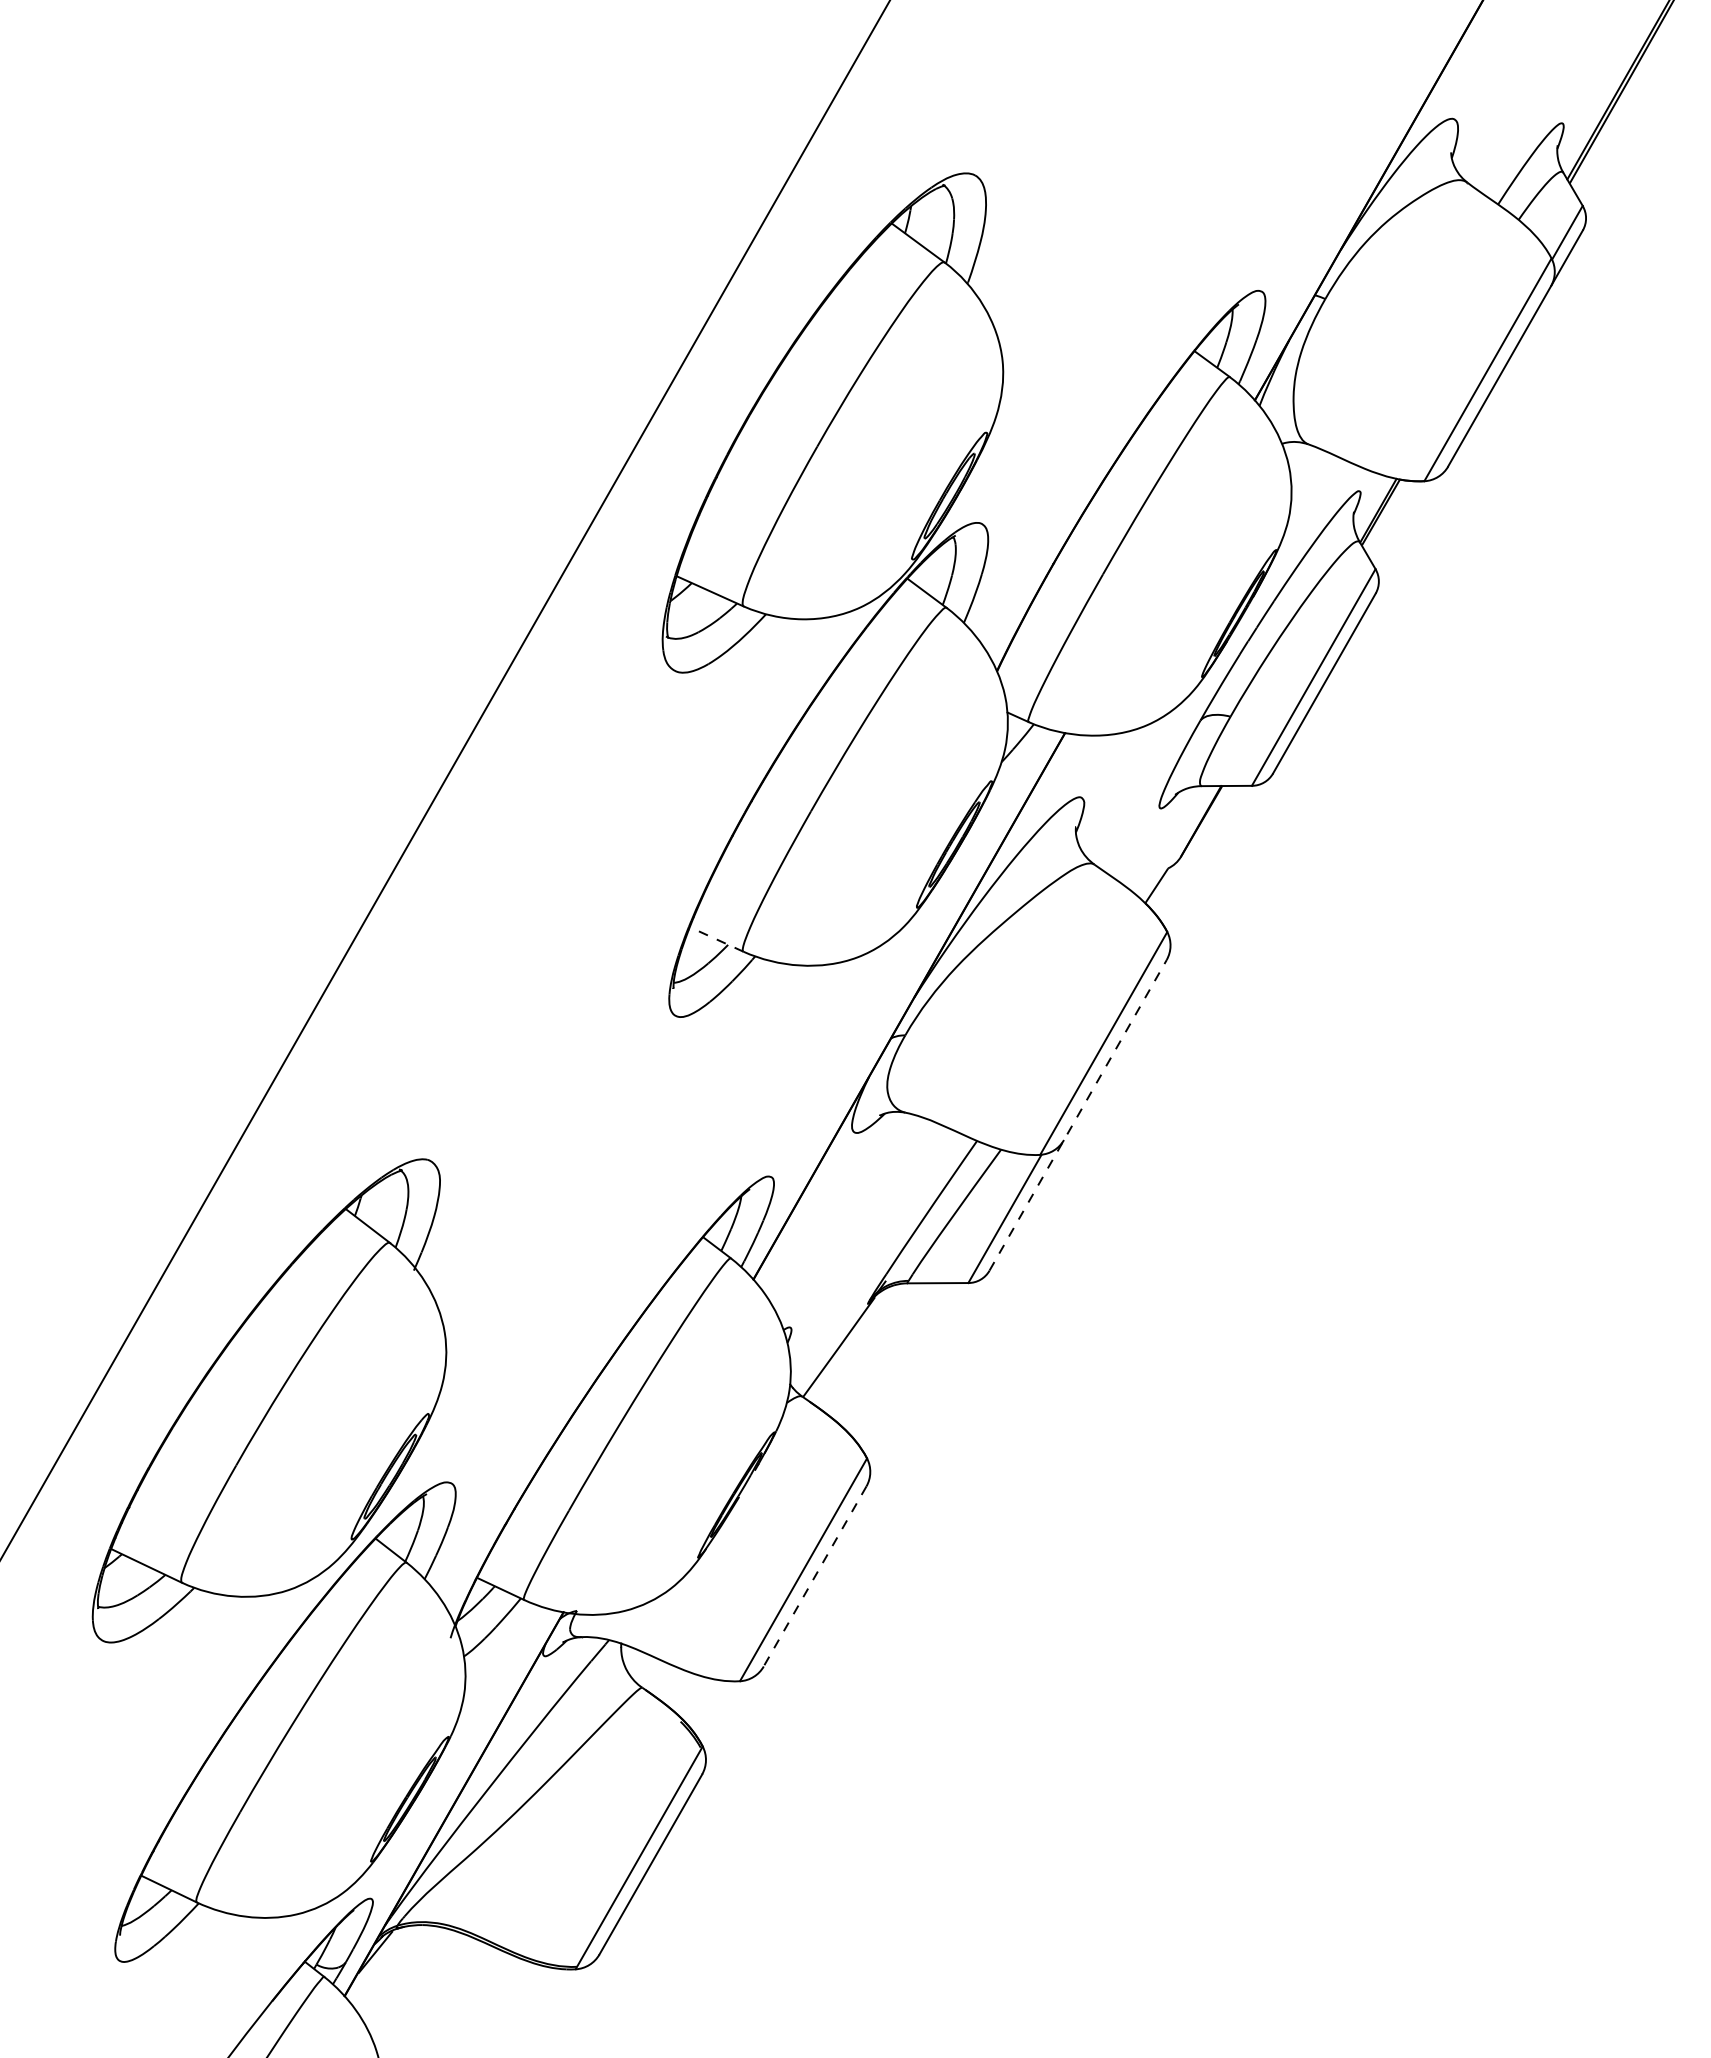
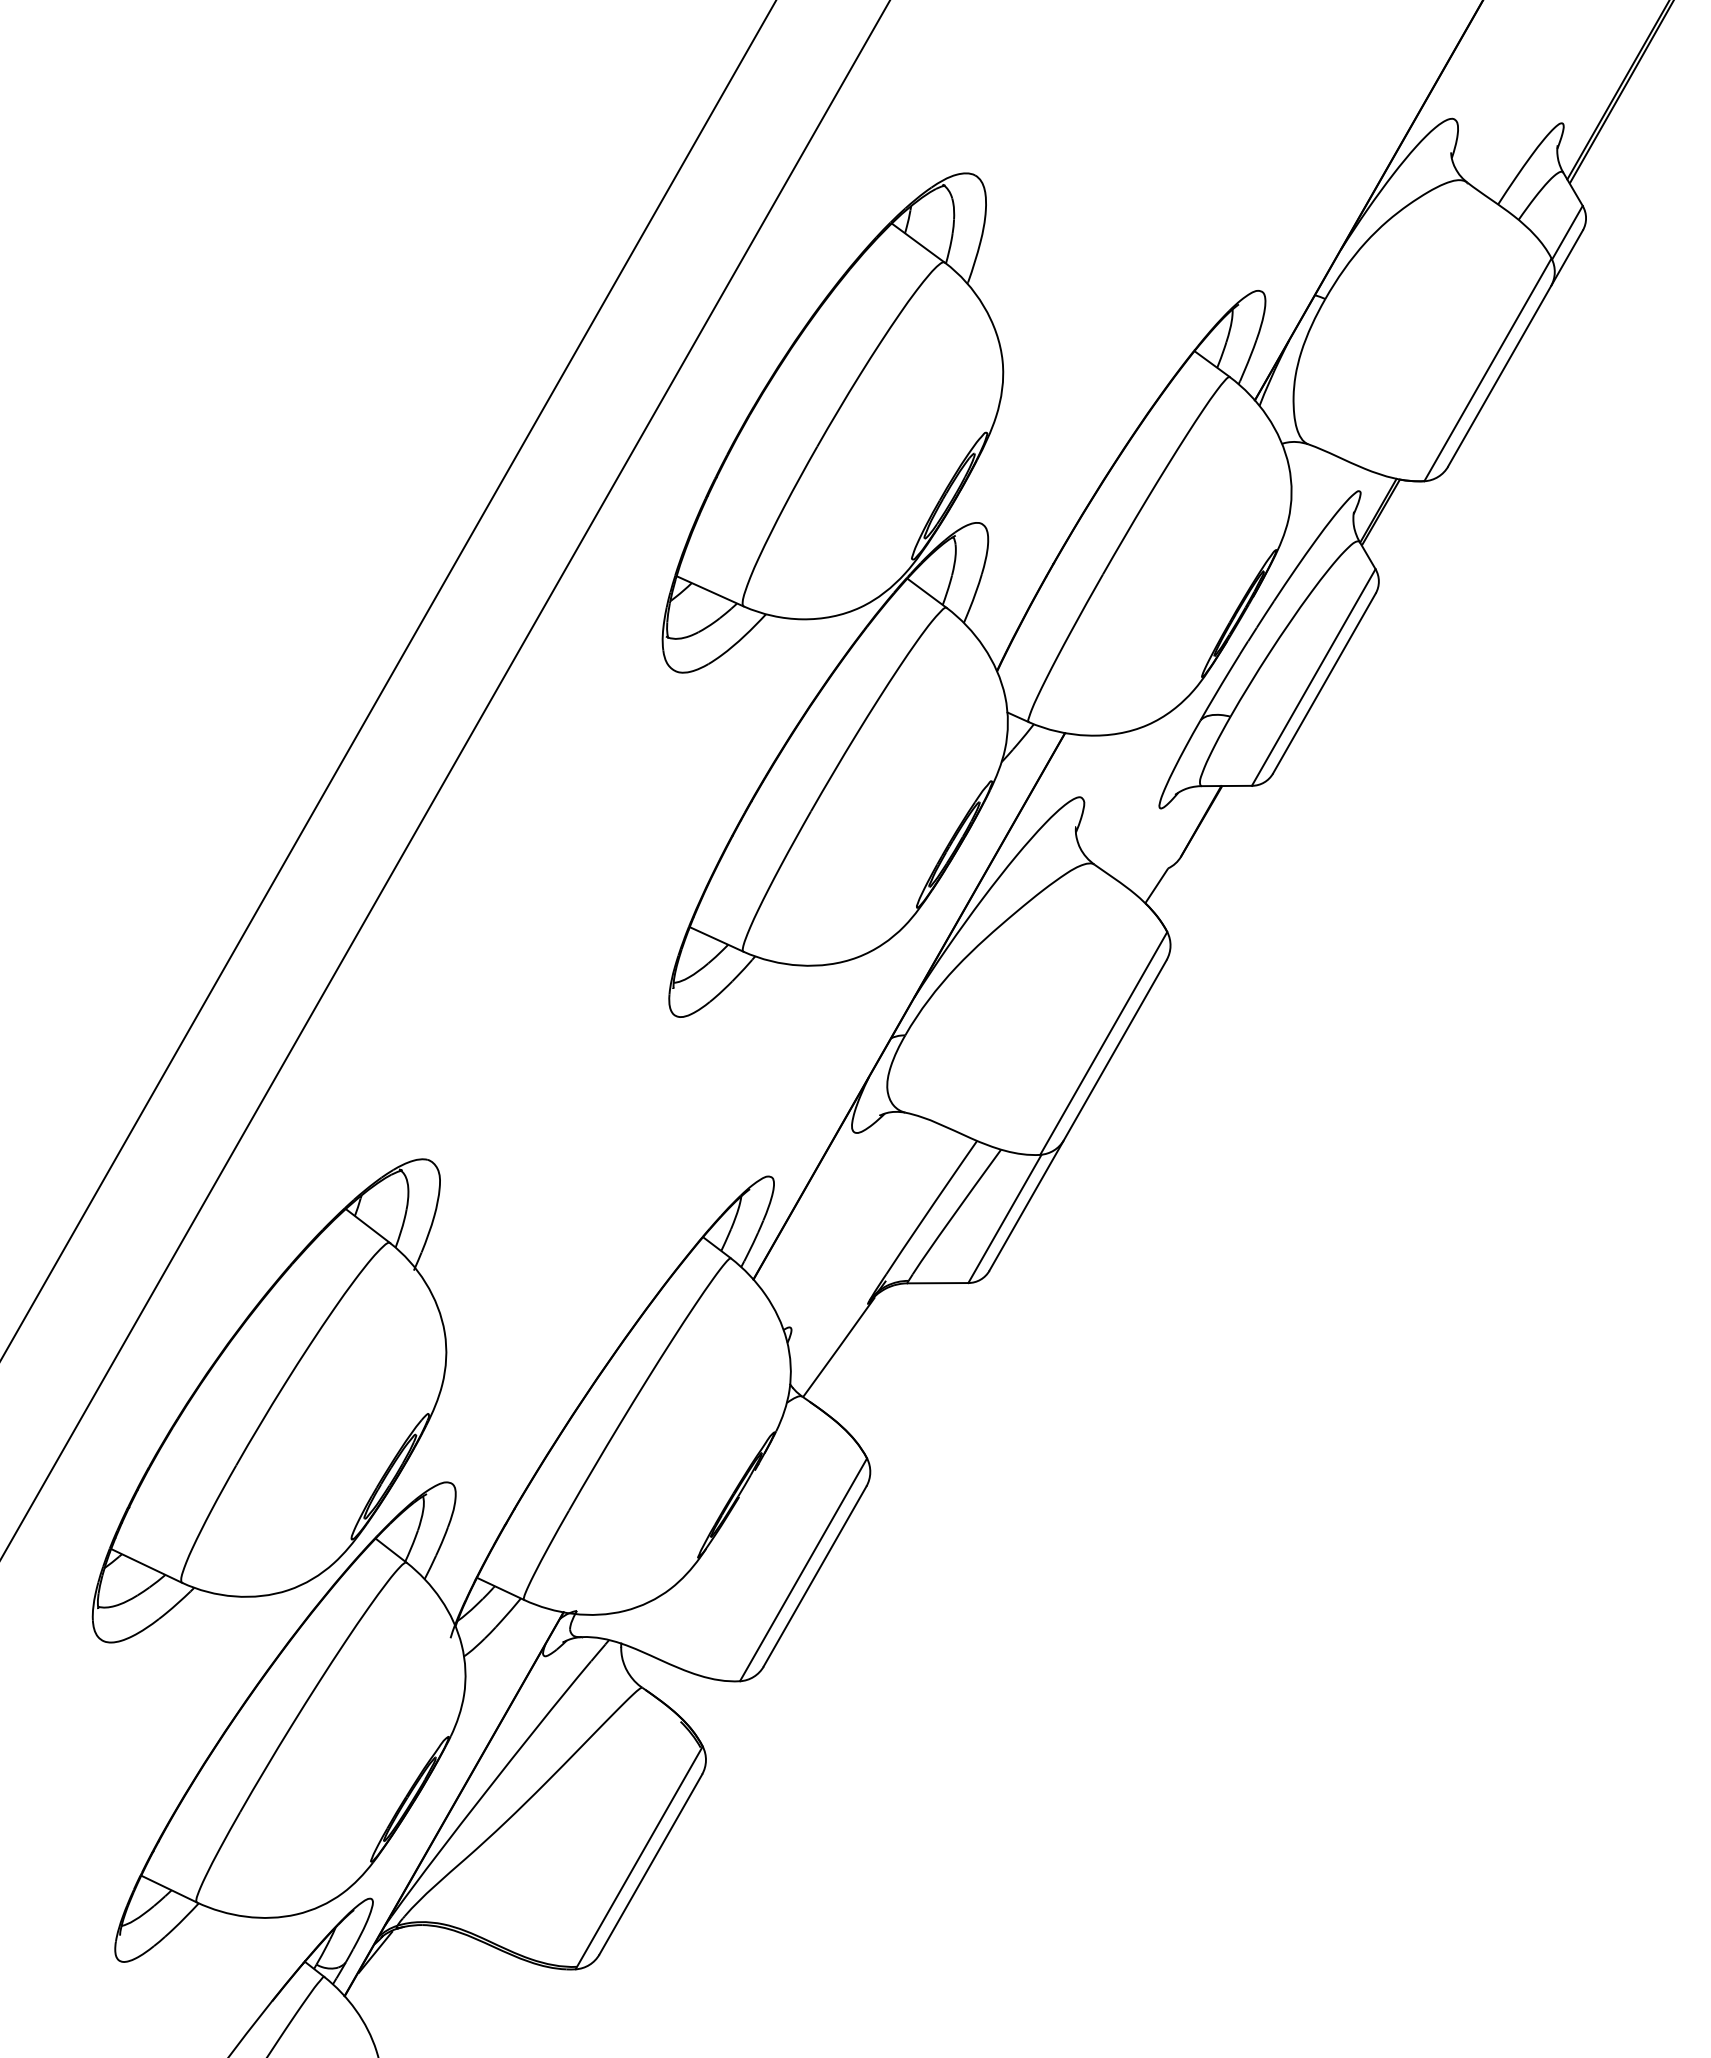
line at (388, 680): none -> present
line at (716, 939): dashed -> solid
line at (1078, 1115): dashed -> solid
line at (815, 1576): dashed -> solid
